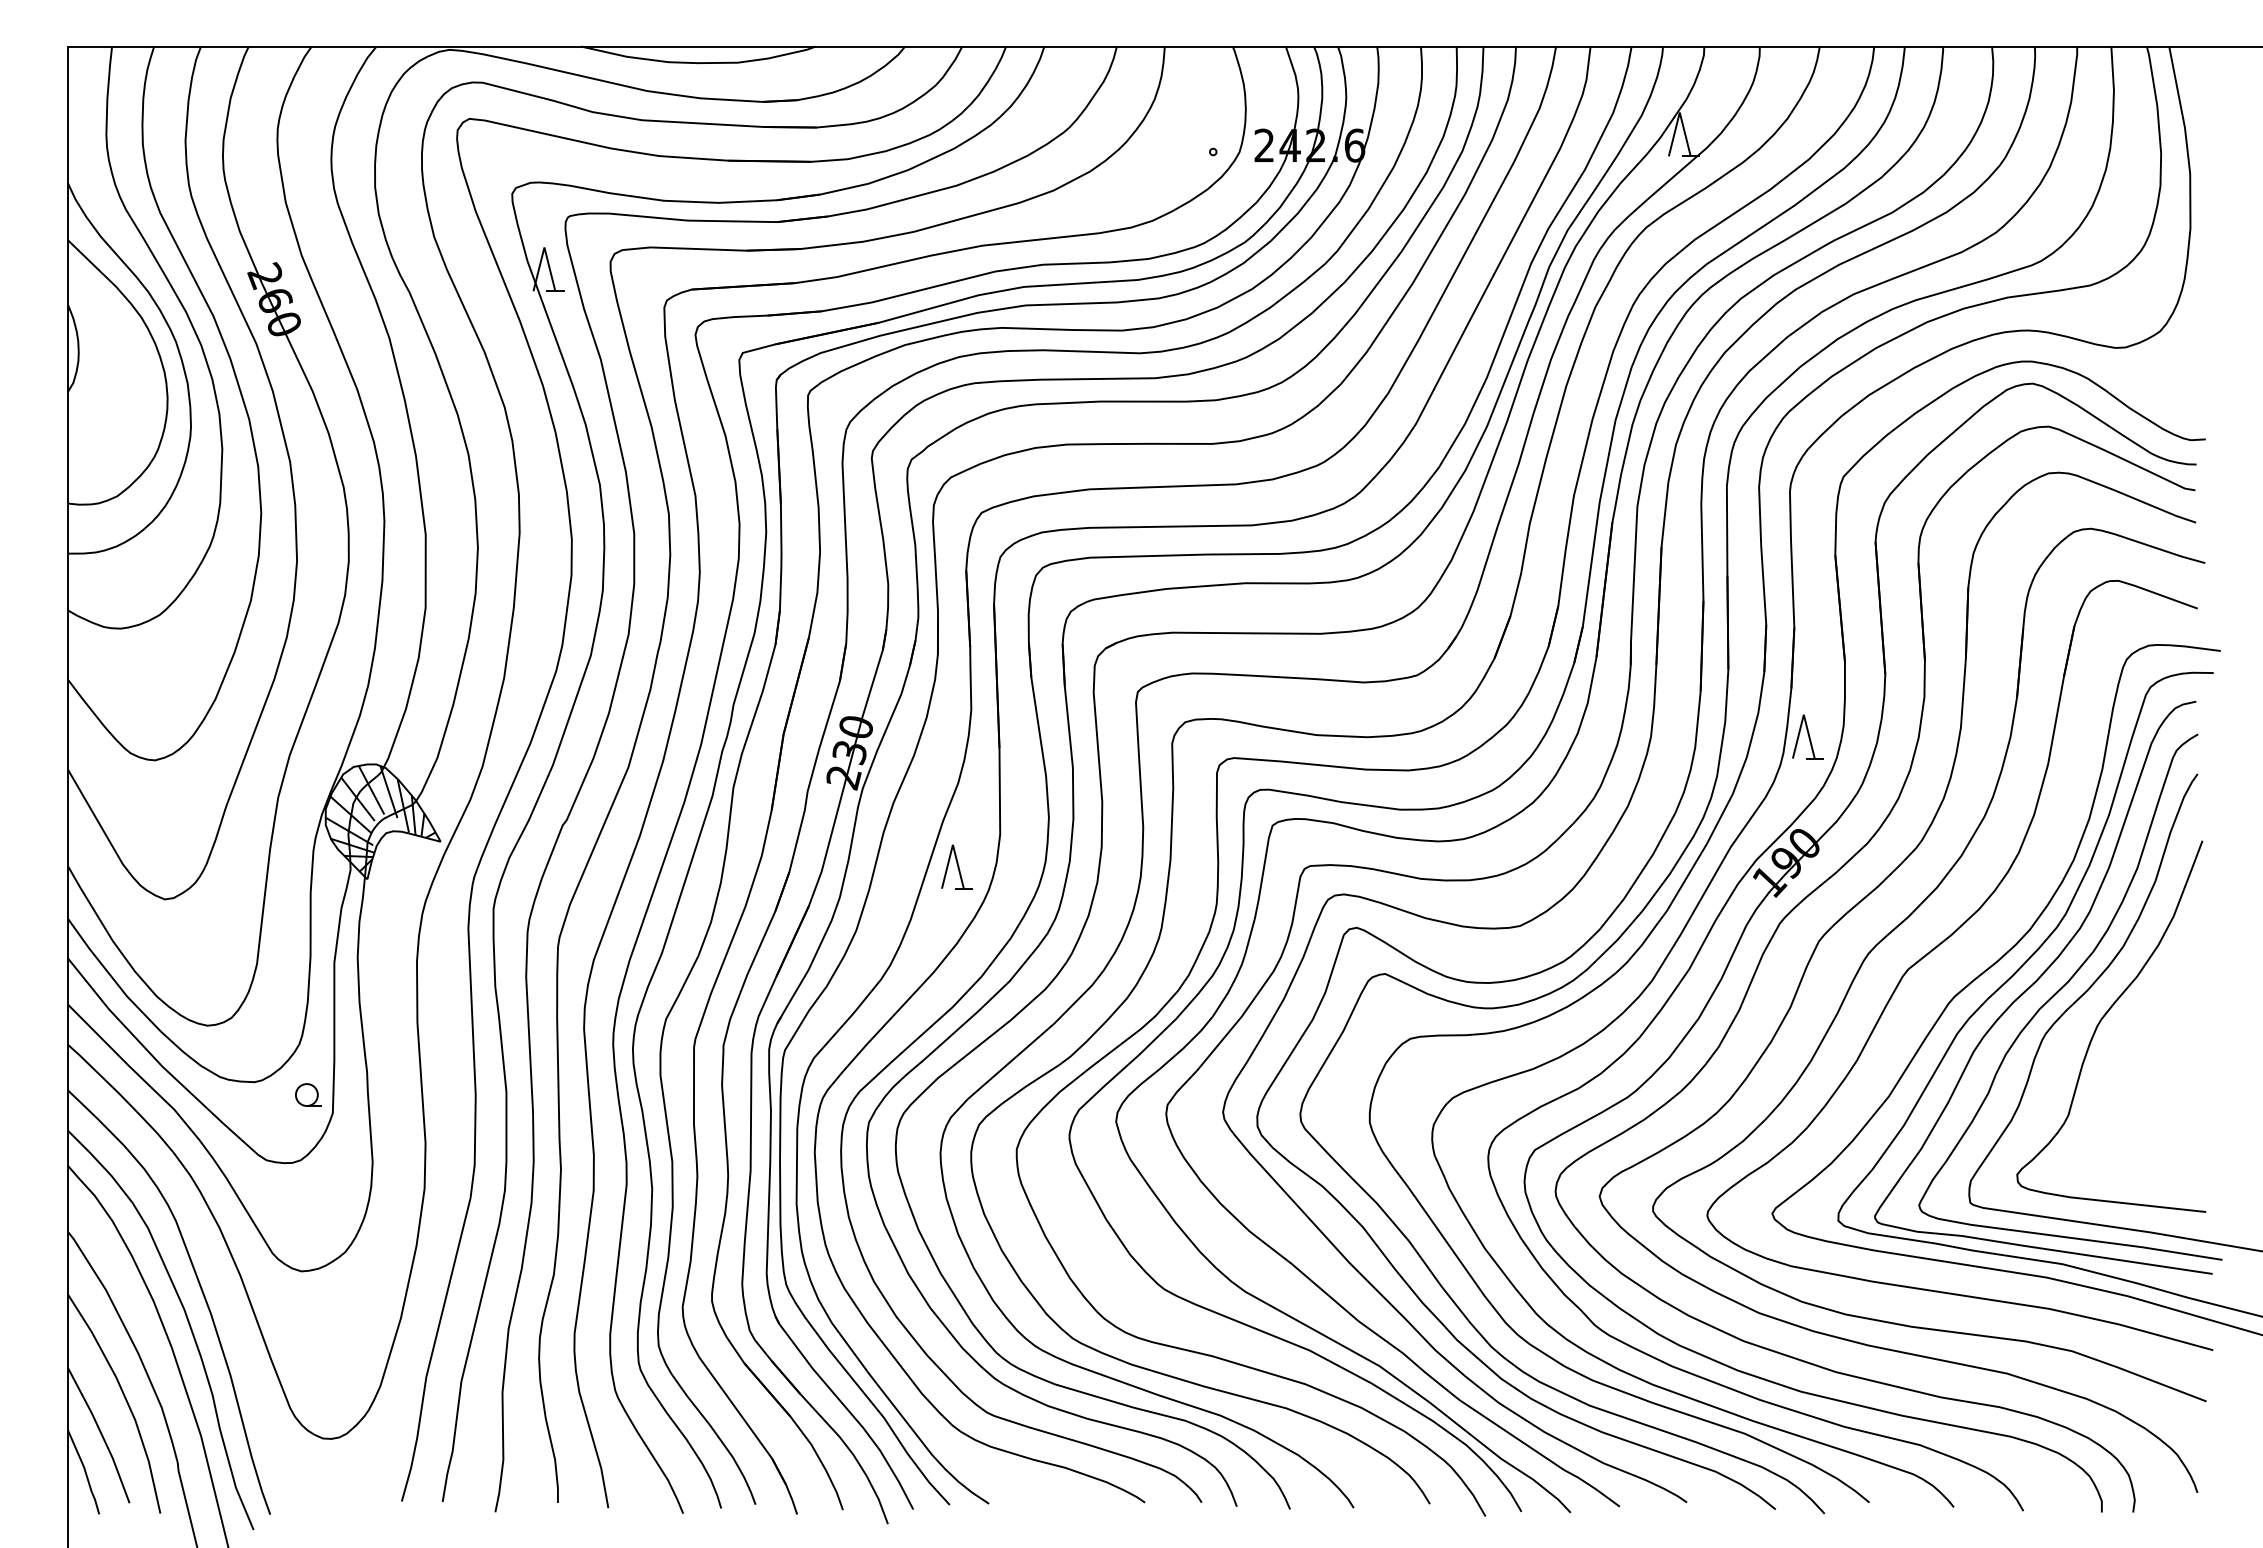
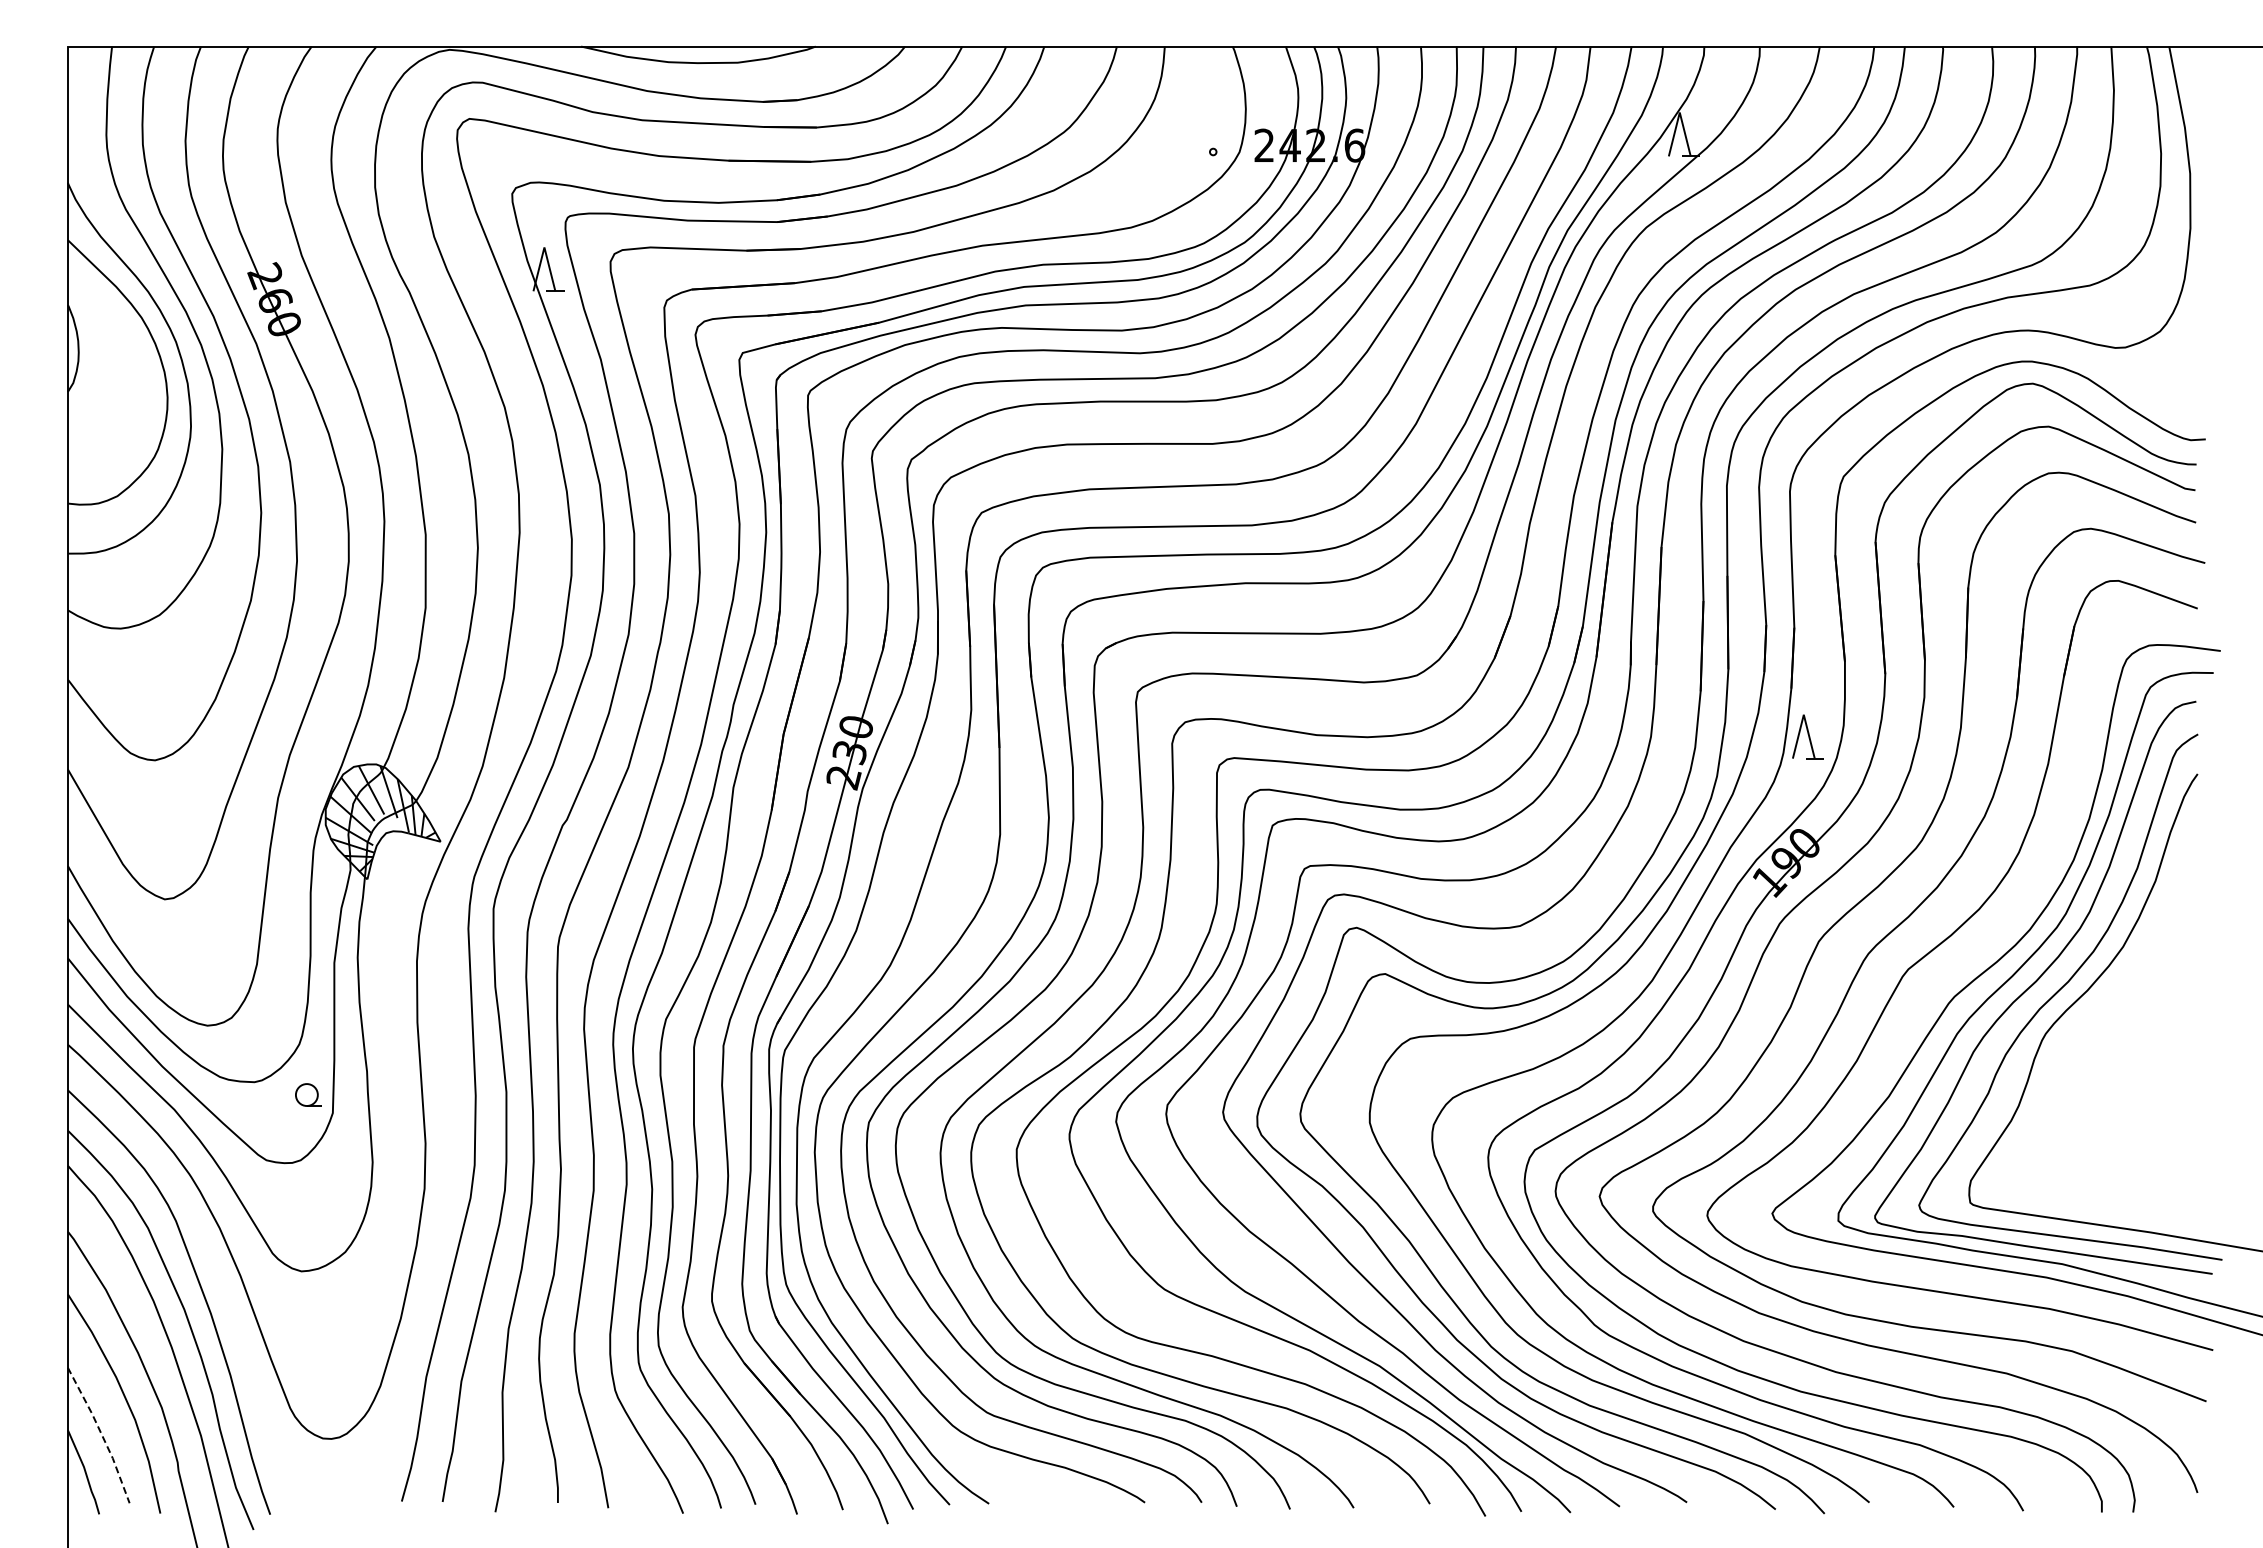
part at (956, 866): present -> none
curve at (2101, 1021): present -> none
line at (101, 1434): solid -> dashed
